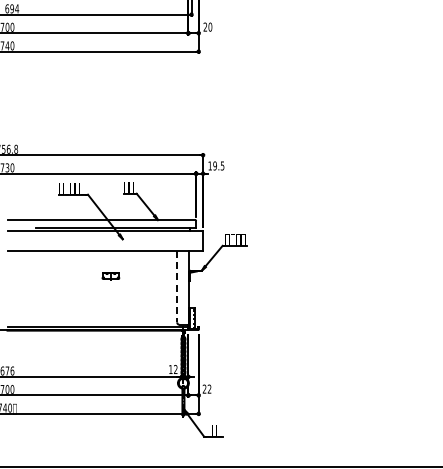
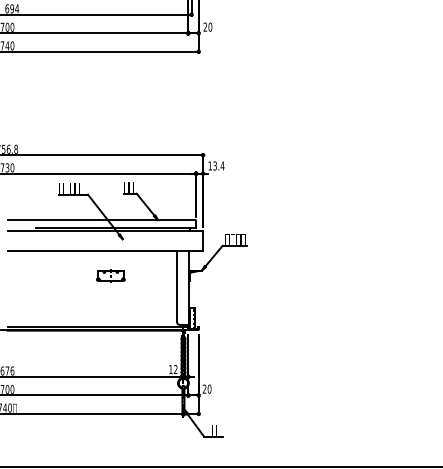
text at (218, 165): 19.5 -> 13.4
part at (110, 276) size: 20x9 px -> 30x14 px
line at (177, 287): dashed -> solid
text at (209, 388): 22 -> 20
